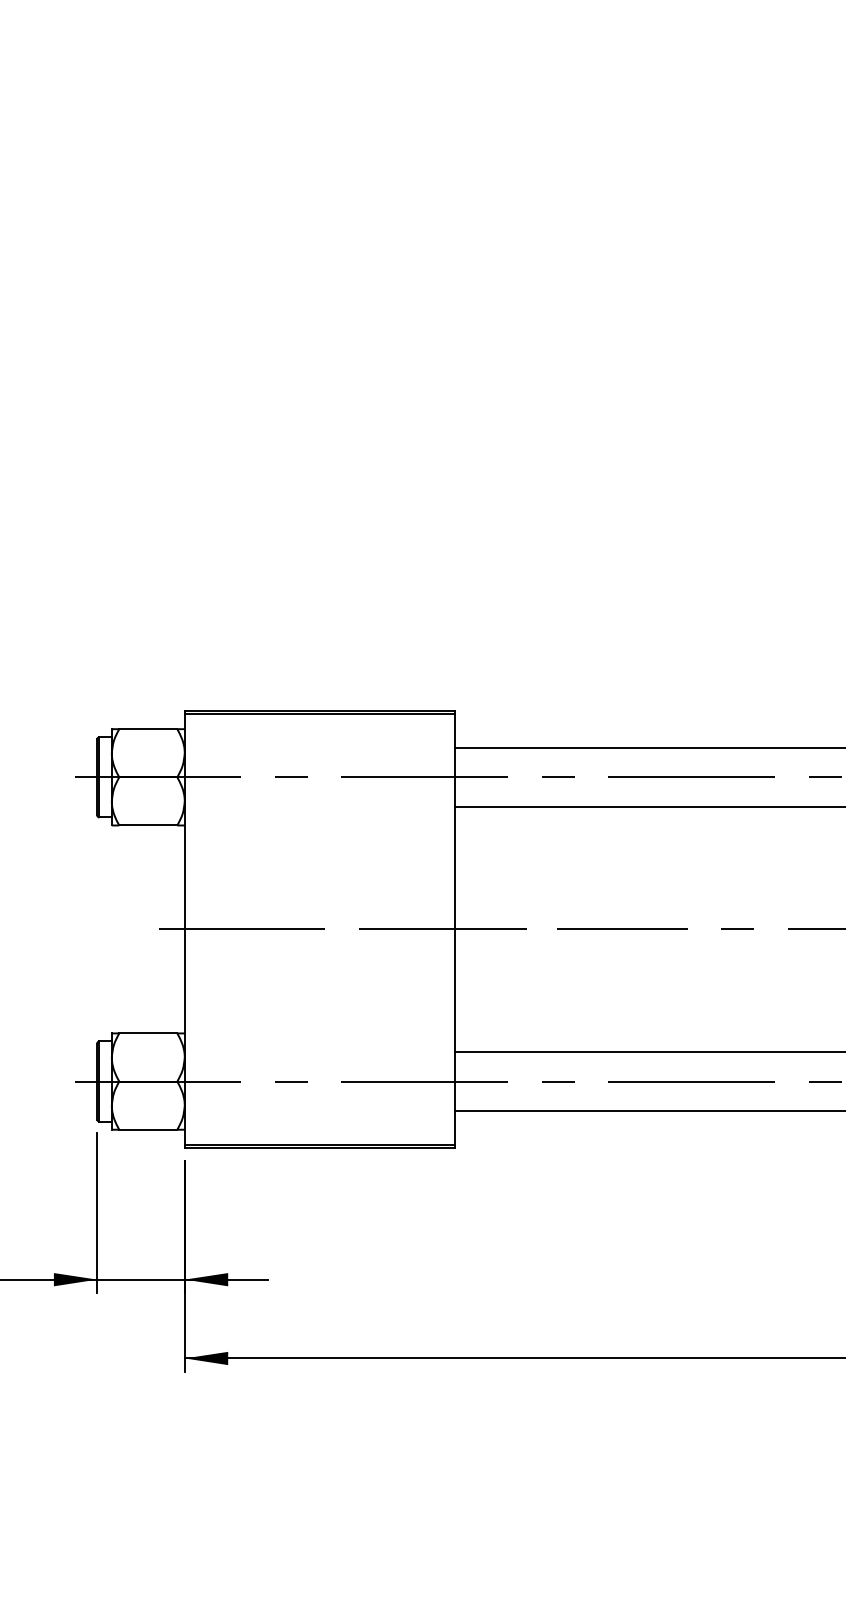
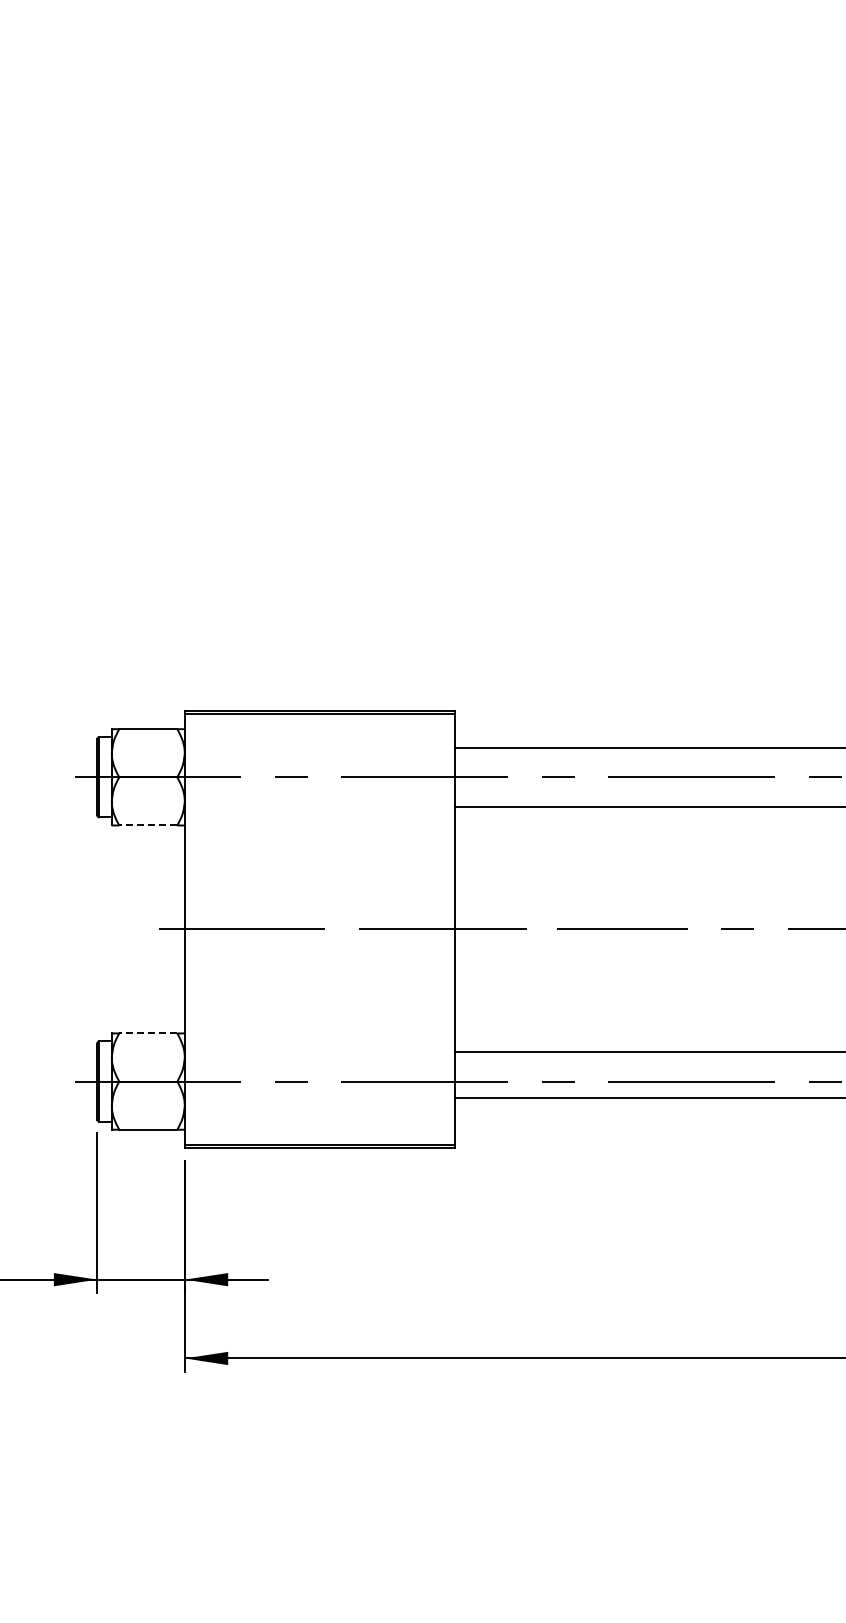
line at (147, 825): solid -> dashed
line at (147, 1033): solid -> dashed
line at (648, 1110) position: (648, 1110) -> (648, 1097)
